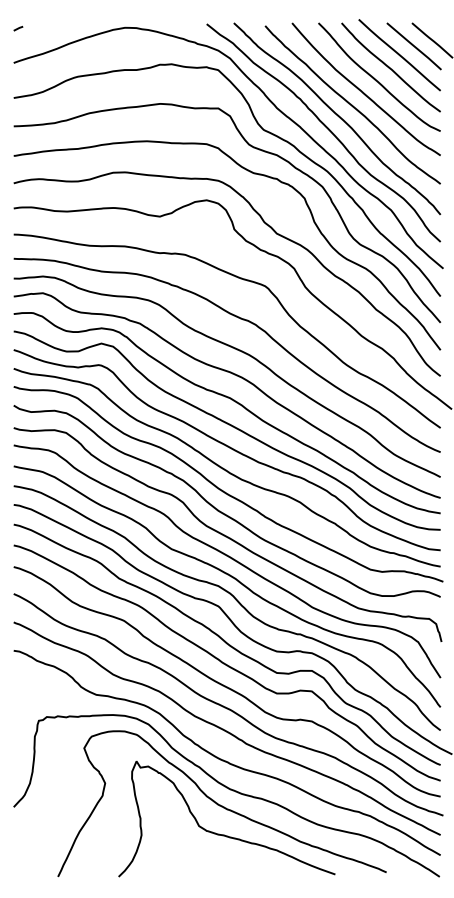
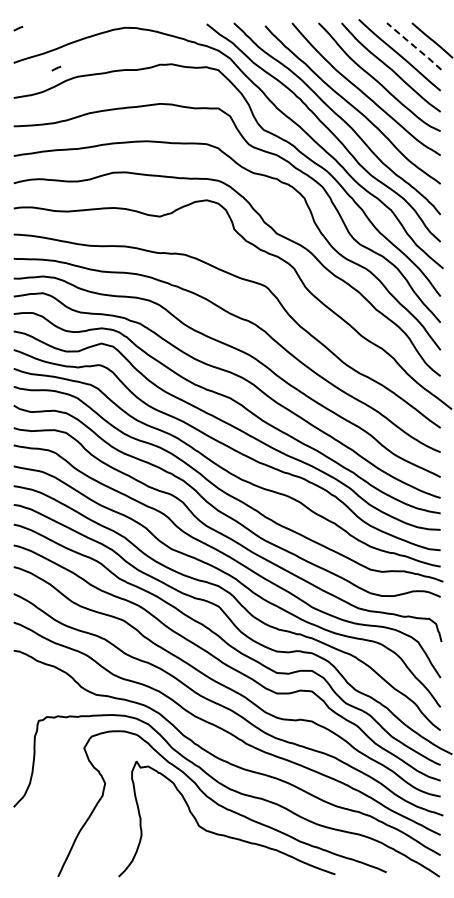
line at (414, 46): solid -> dashed
line at (56, 68): none -> present
